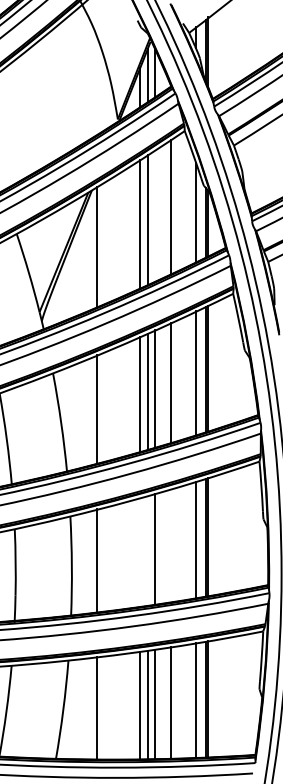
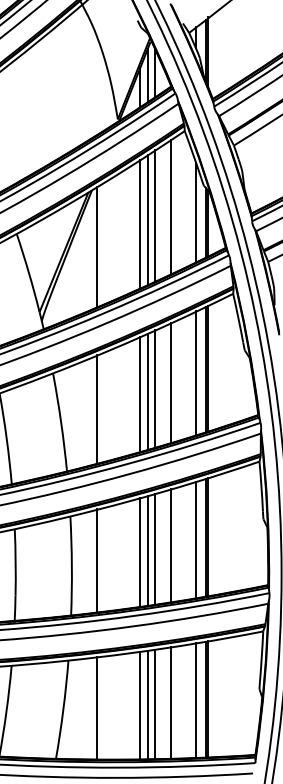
line at (155, 215): none -> present
line at (171, 545): none -> present
line at (147, 550): none -> present
line at (140, 552): none -> present
